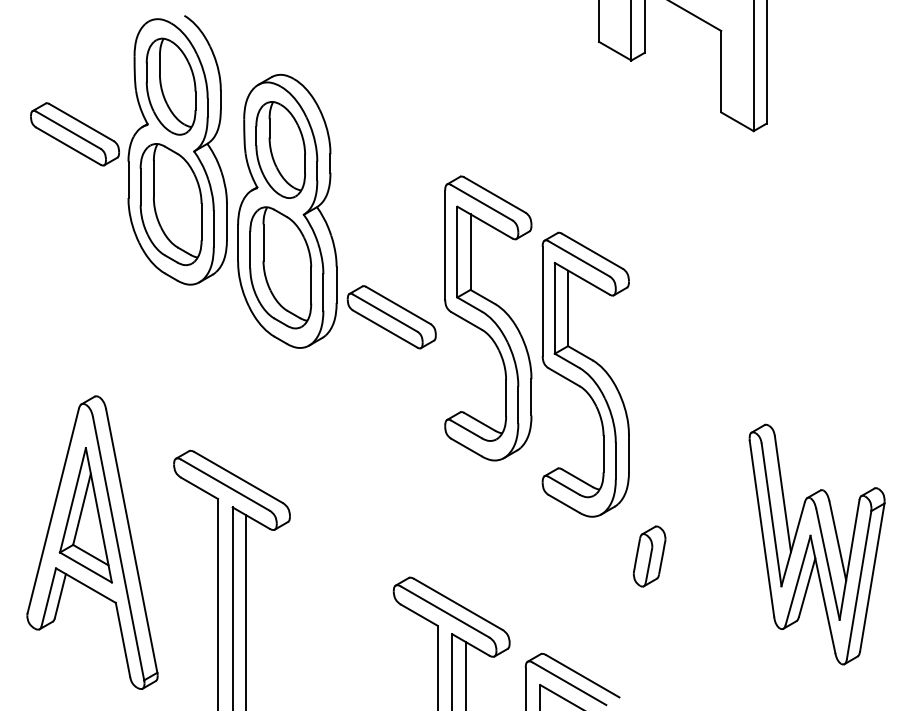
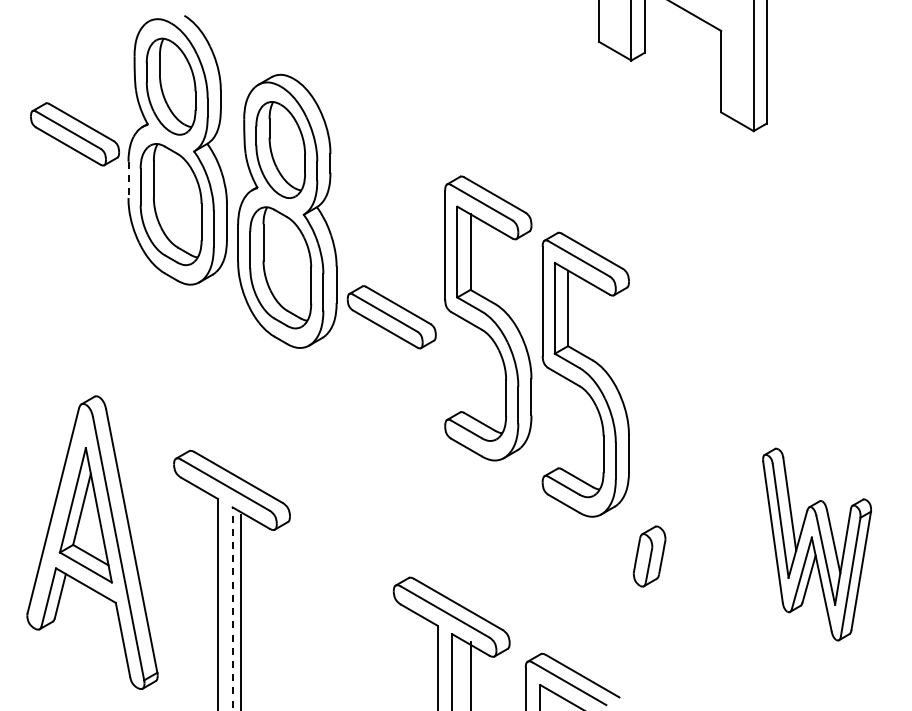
line at (128, 180): solid -> dashed
part at (816, 544) size: 138x243 px -> 110x195 px
line at (232, 608): solid -> dashed
line at (245, 611) position: (245, 611) -> (240, 611)
line at (465, 674) position: (465, 674) -> (470, 674)
